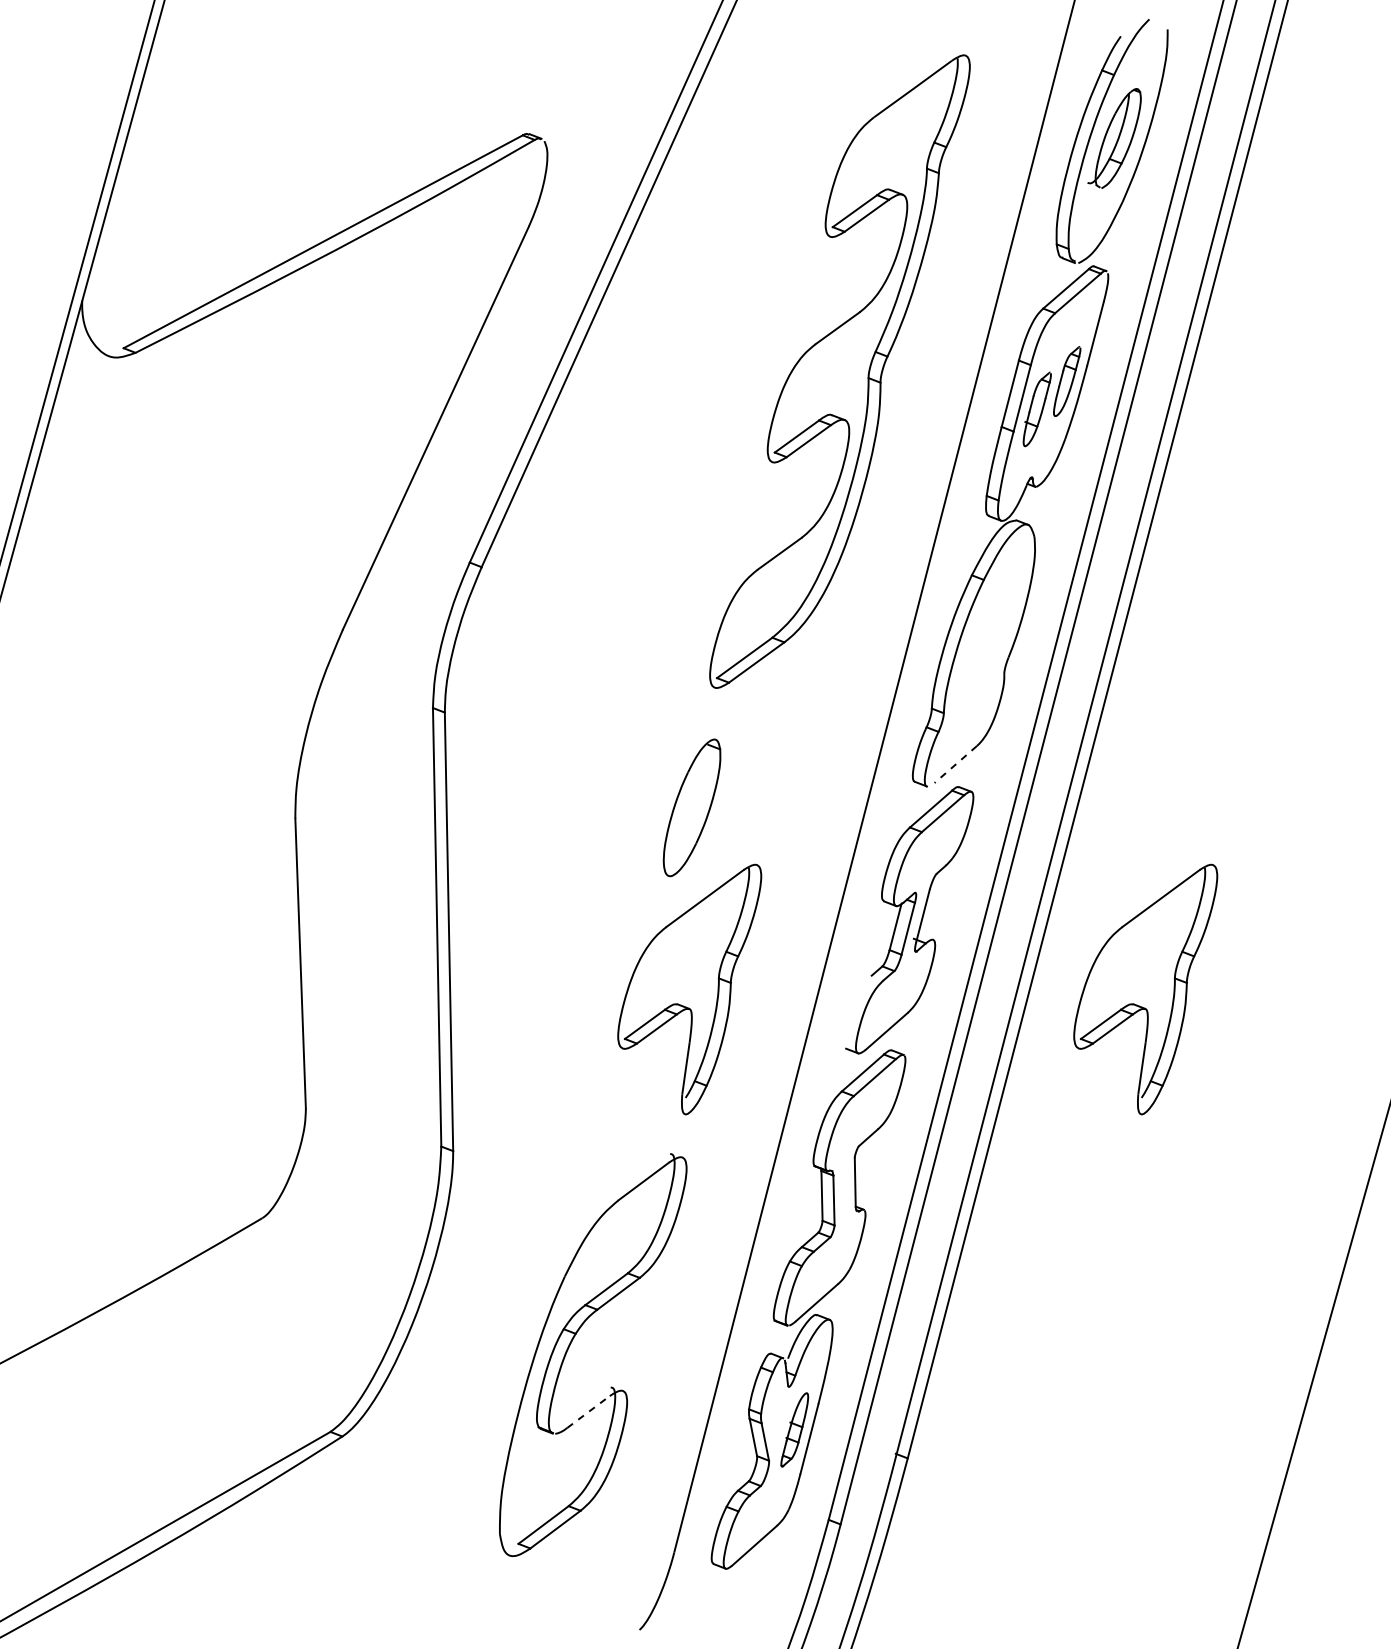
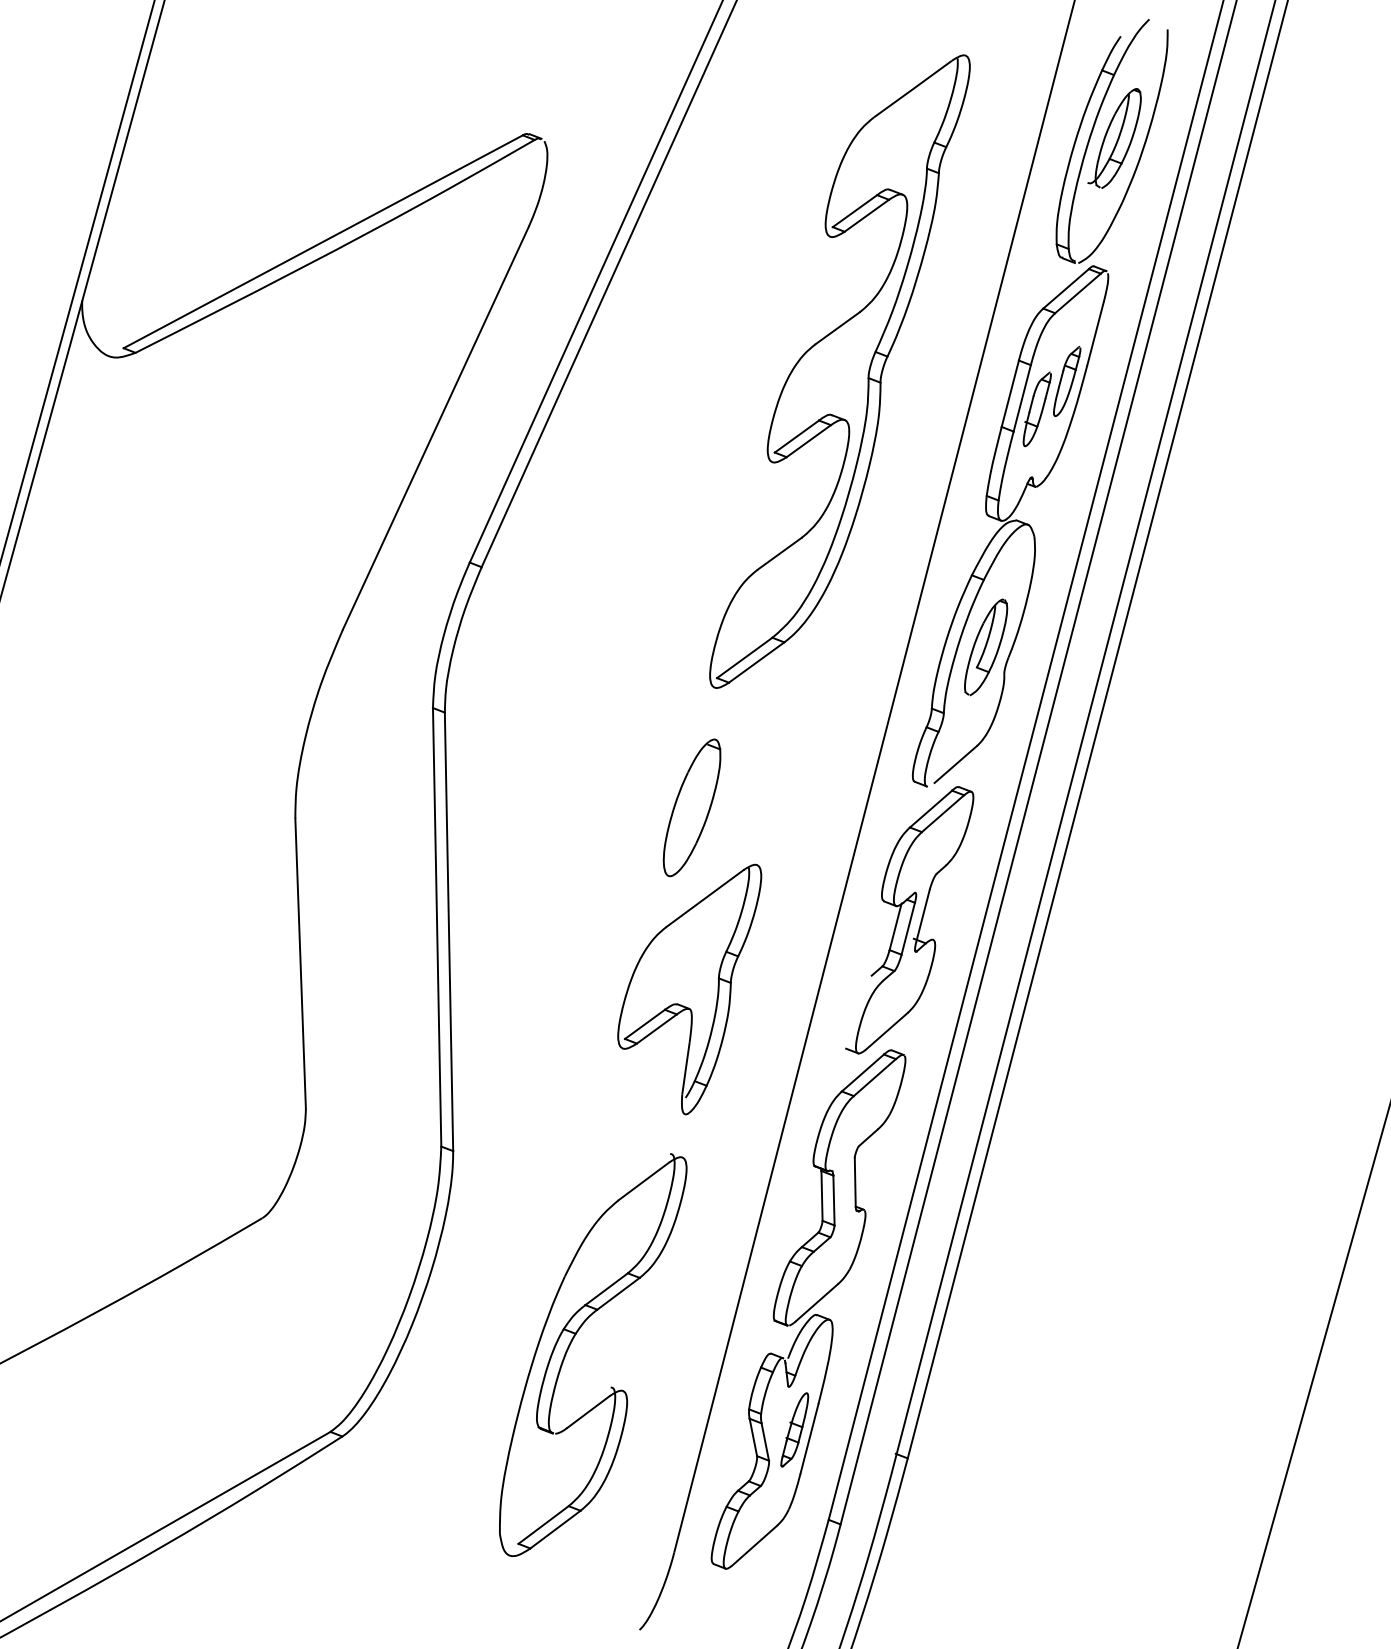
part at (986, 647): none -> present
line at (955, 764): dashed -> solid
part at (1145, 989): present -> none
line at (588, 1412): dashed -> solid
